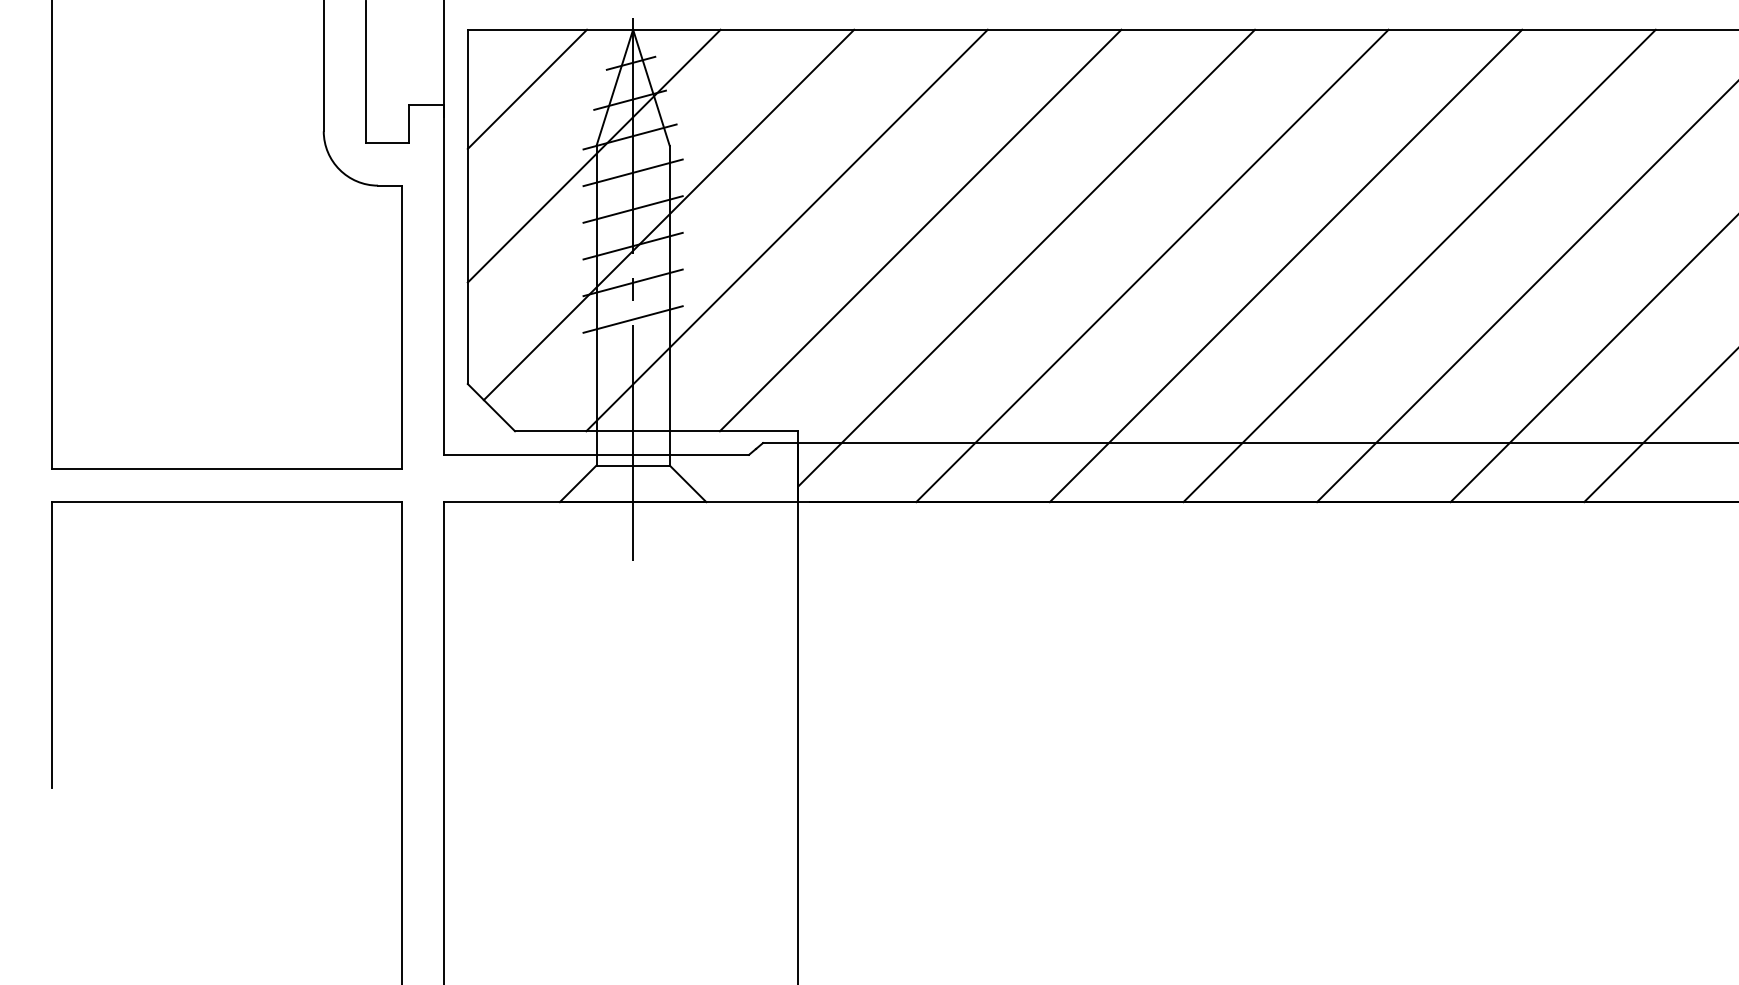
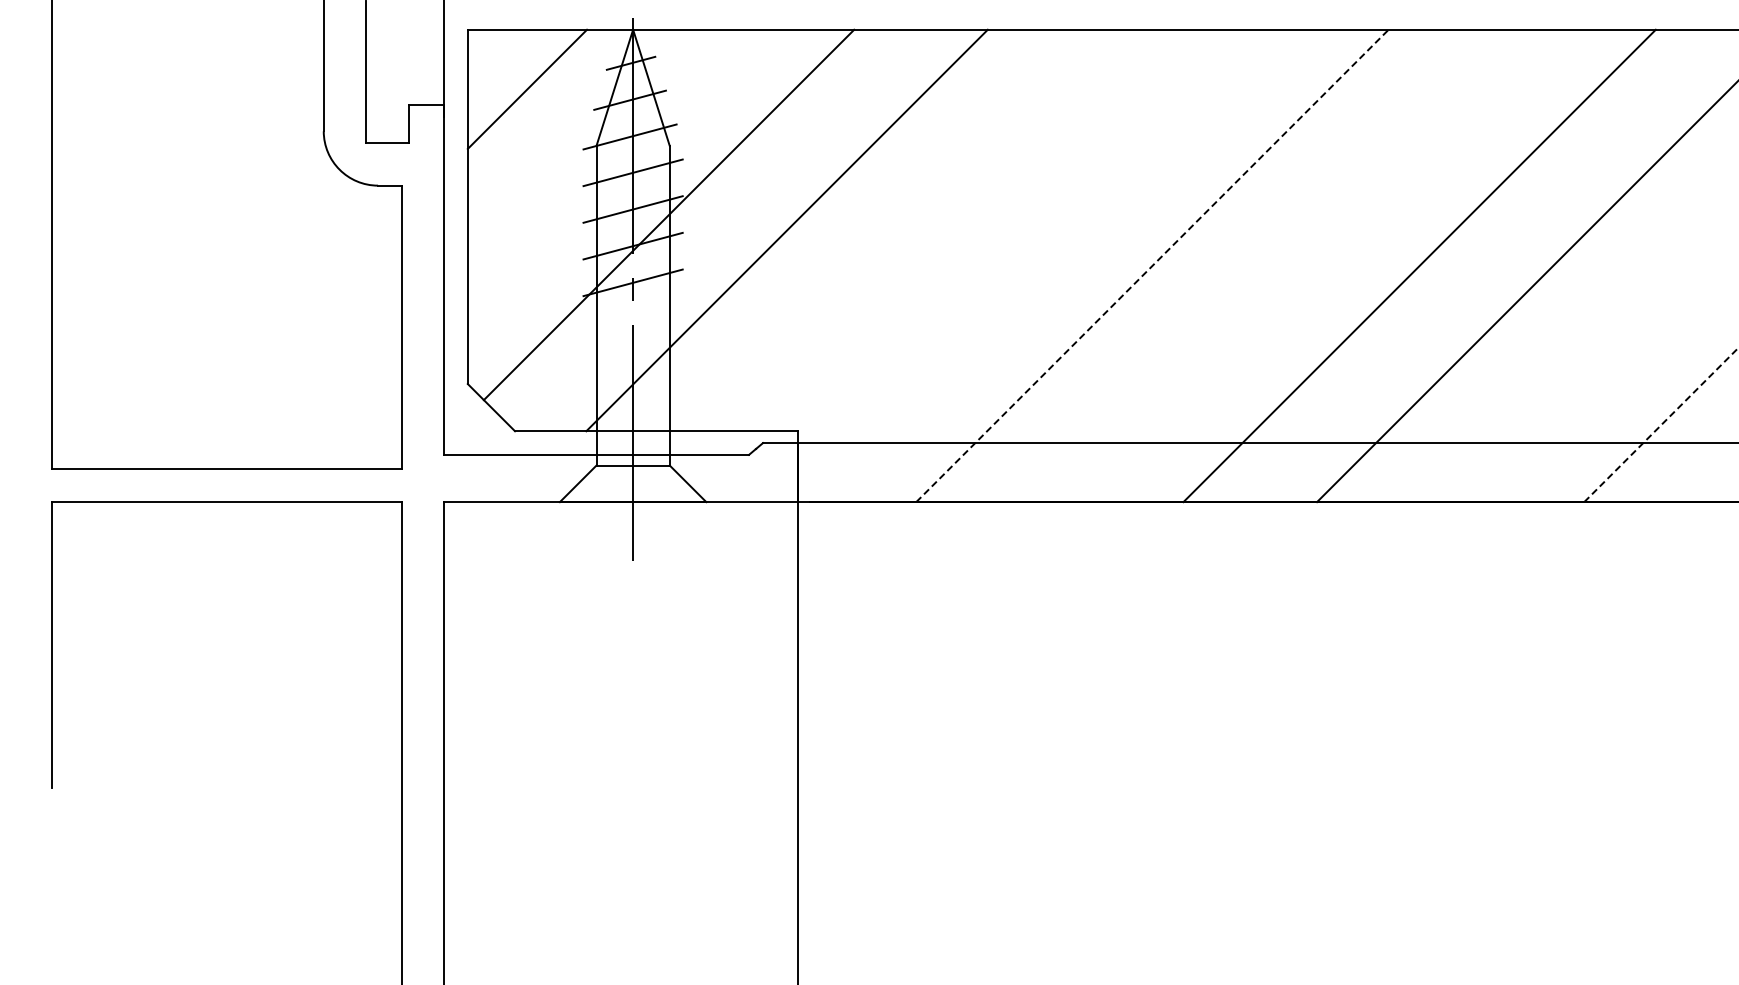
line at (593, 155): present -> none
line at (920, 230): present -> none
line at (1026, 257): present -> none
line at (1152, 265): solid -> dashed
line at (1285, 265): present -> none
line at (632, 319): present -> none
line at (1592, 359): present -> none
line at (1661, 425): solid -> dashed
